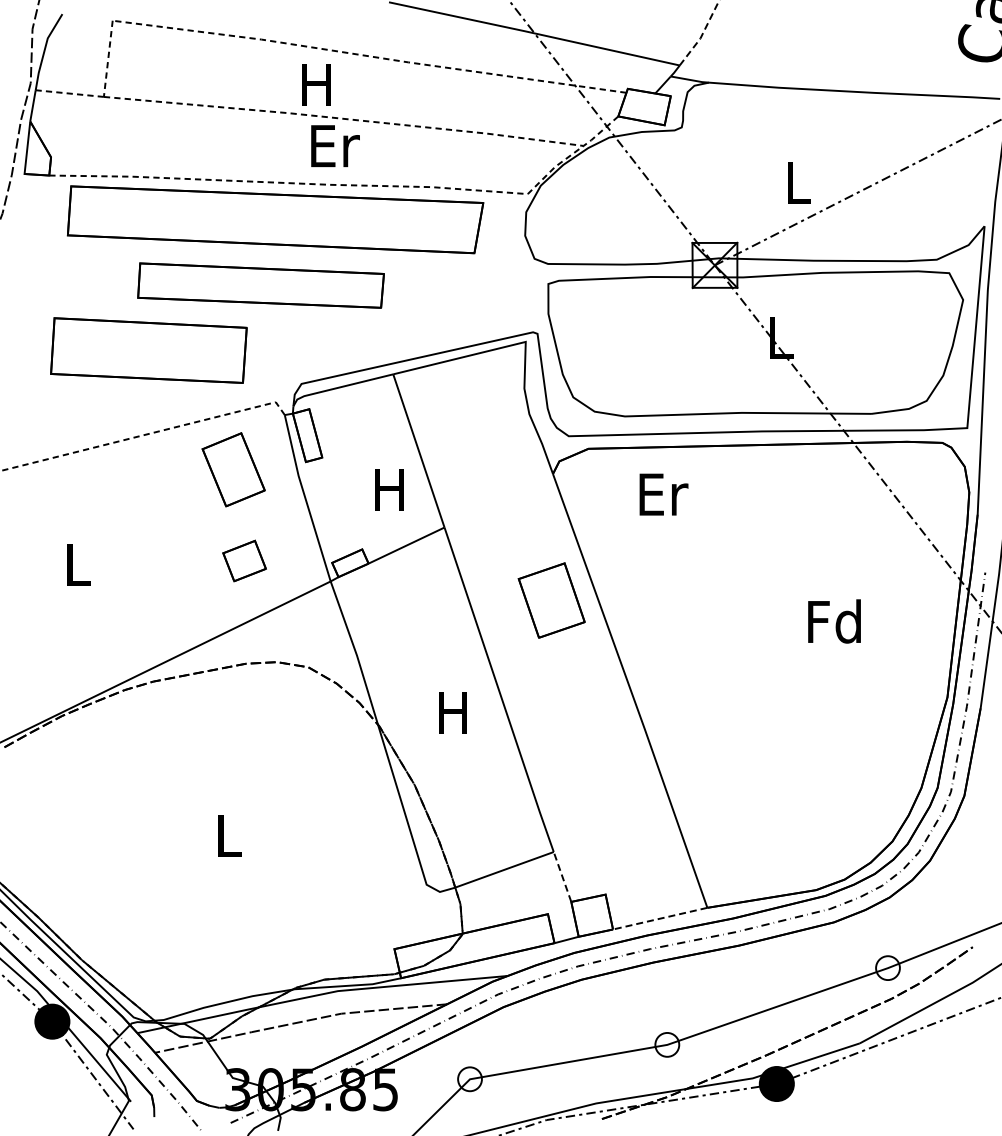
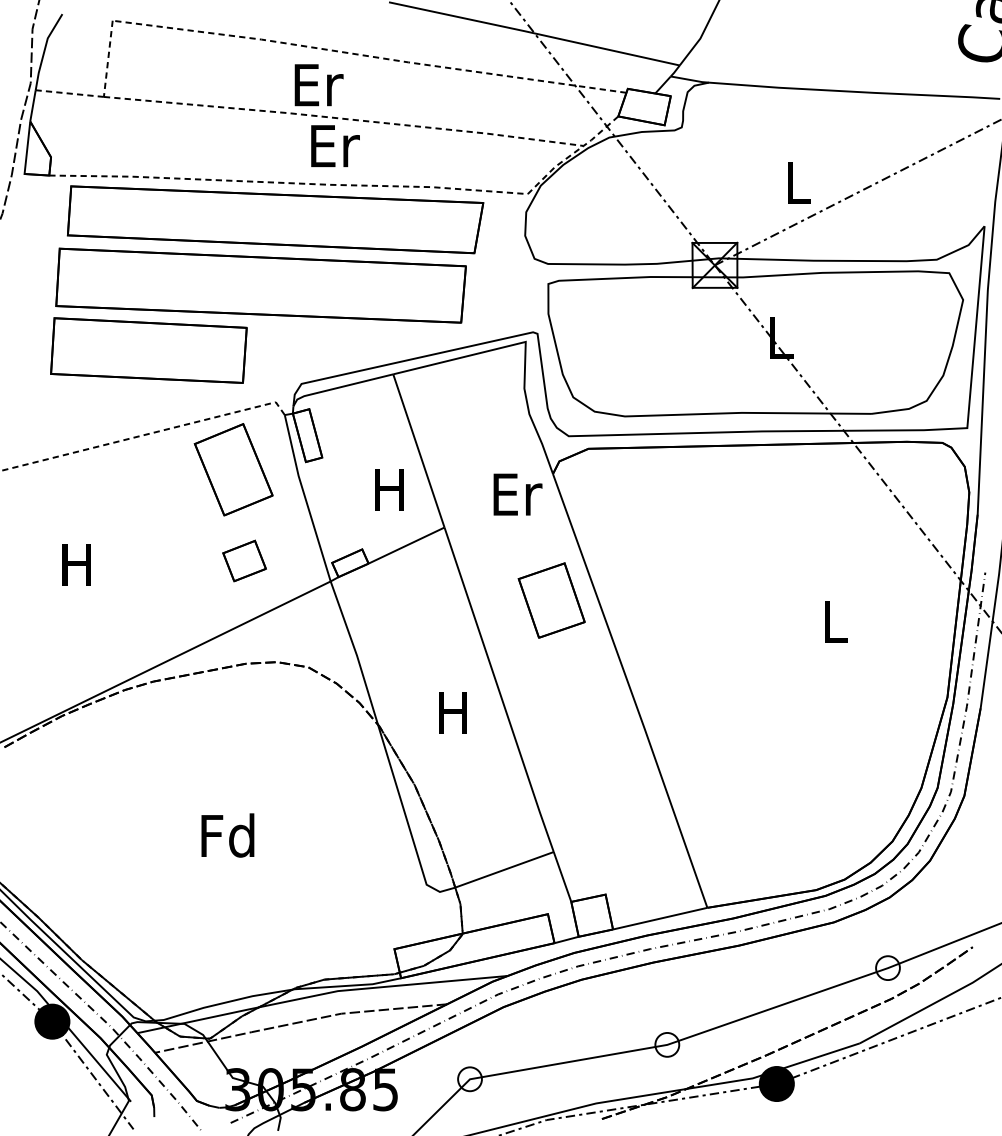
line at (702, 35): dashed -> solid
text at (318, 85): H -> Er
part at (260, 285) size: 248x47 px -> 412x77 px
part at (233, 469) size: 65x76 px -> 81x94 px
text at (663, 494) position: (663, 494) -> (517, 494)
text at (76, 564): L -> H
text at (834, 621): Fd -> L
text at (227, 835): L -> Fd
line at (562, 876): dashed -> solid
line at (659, 918): dashed -> solid
